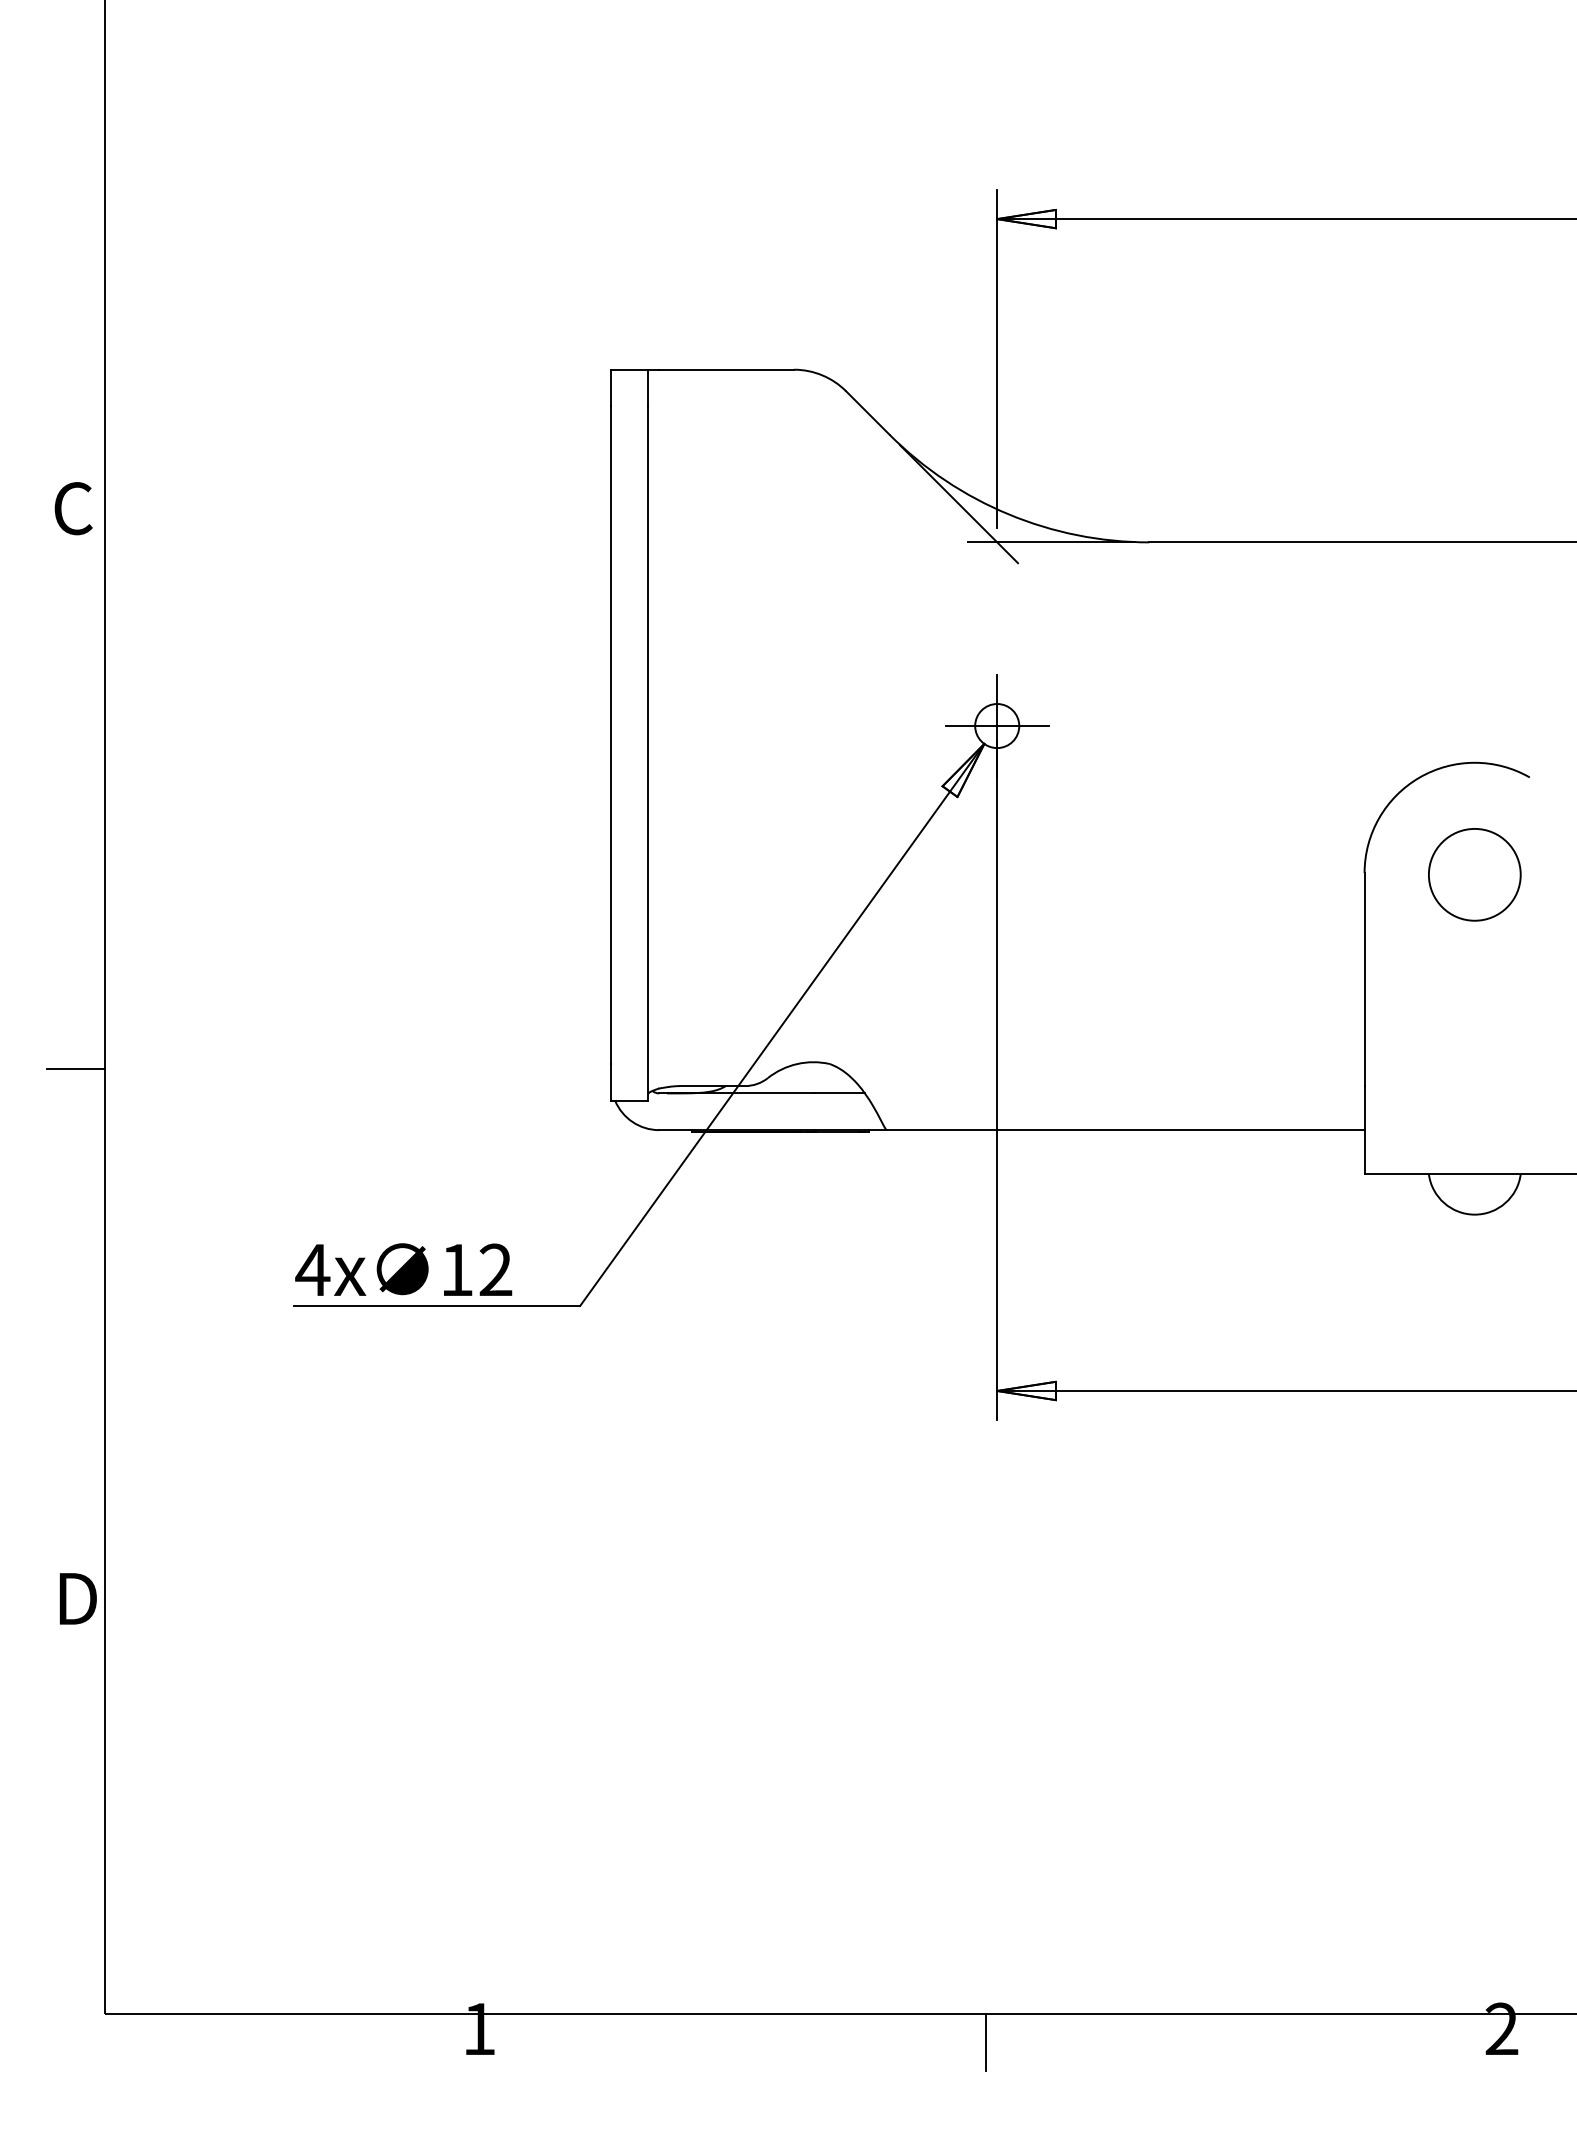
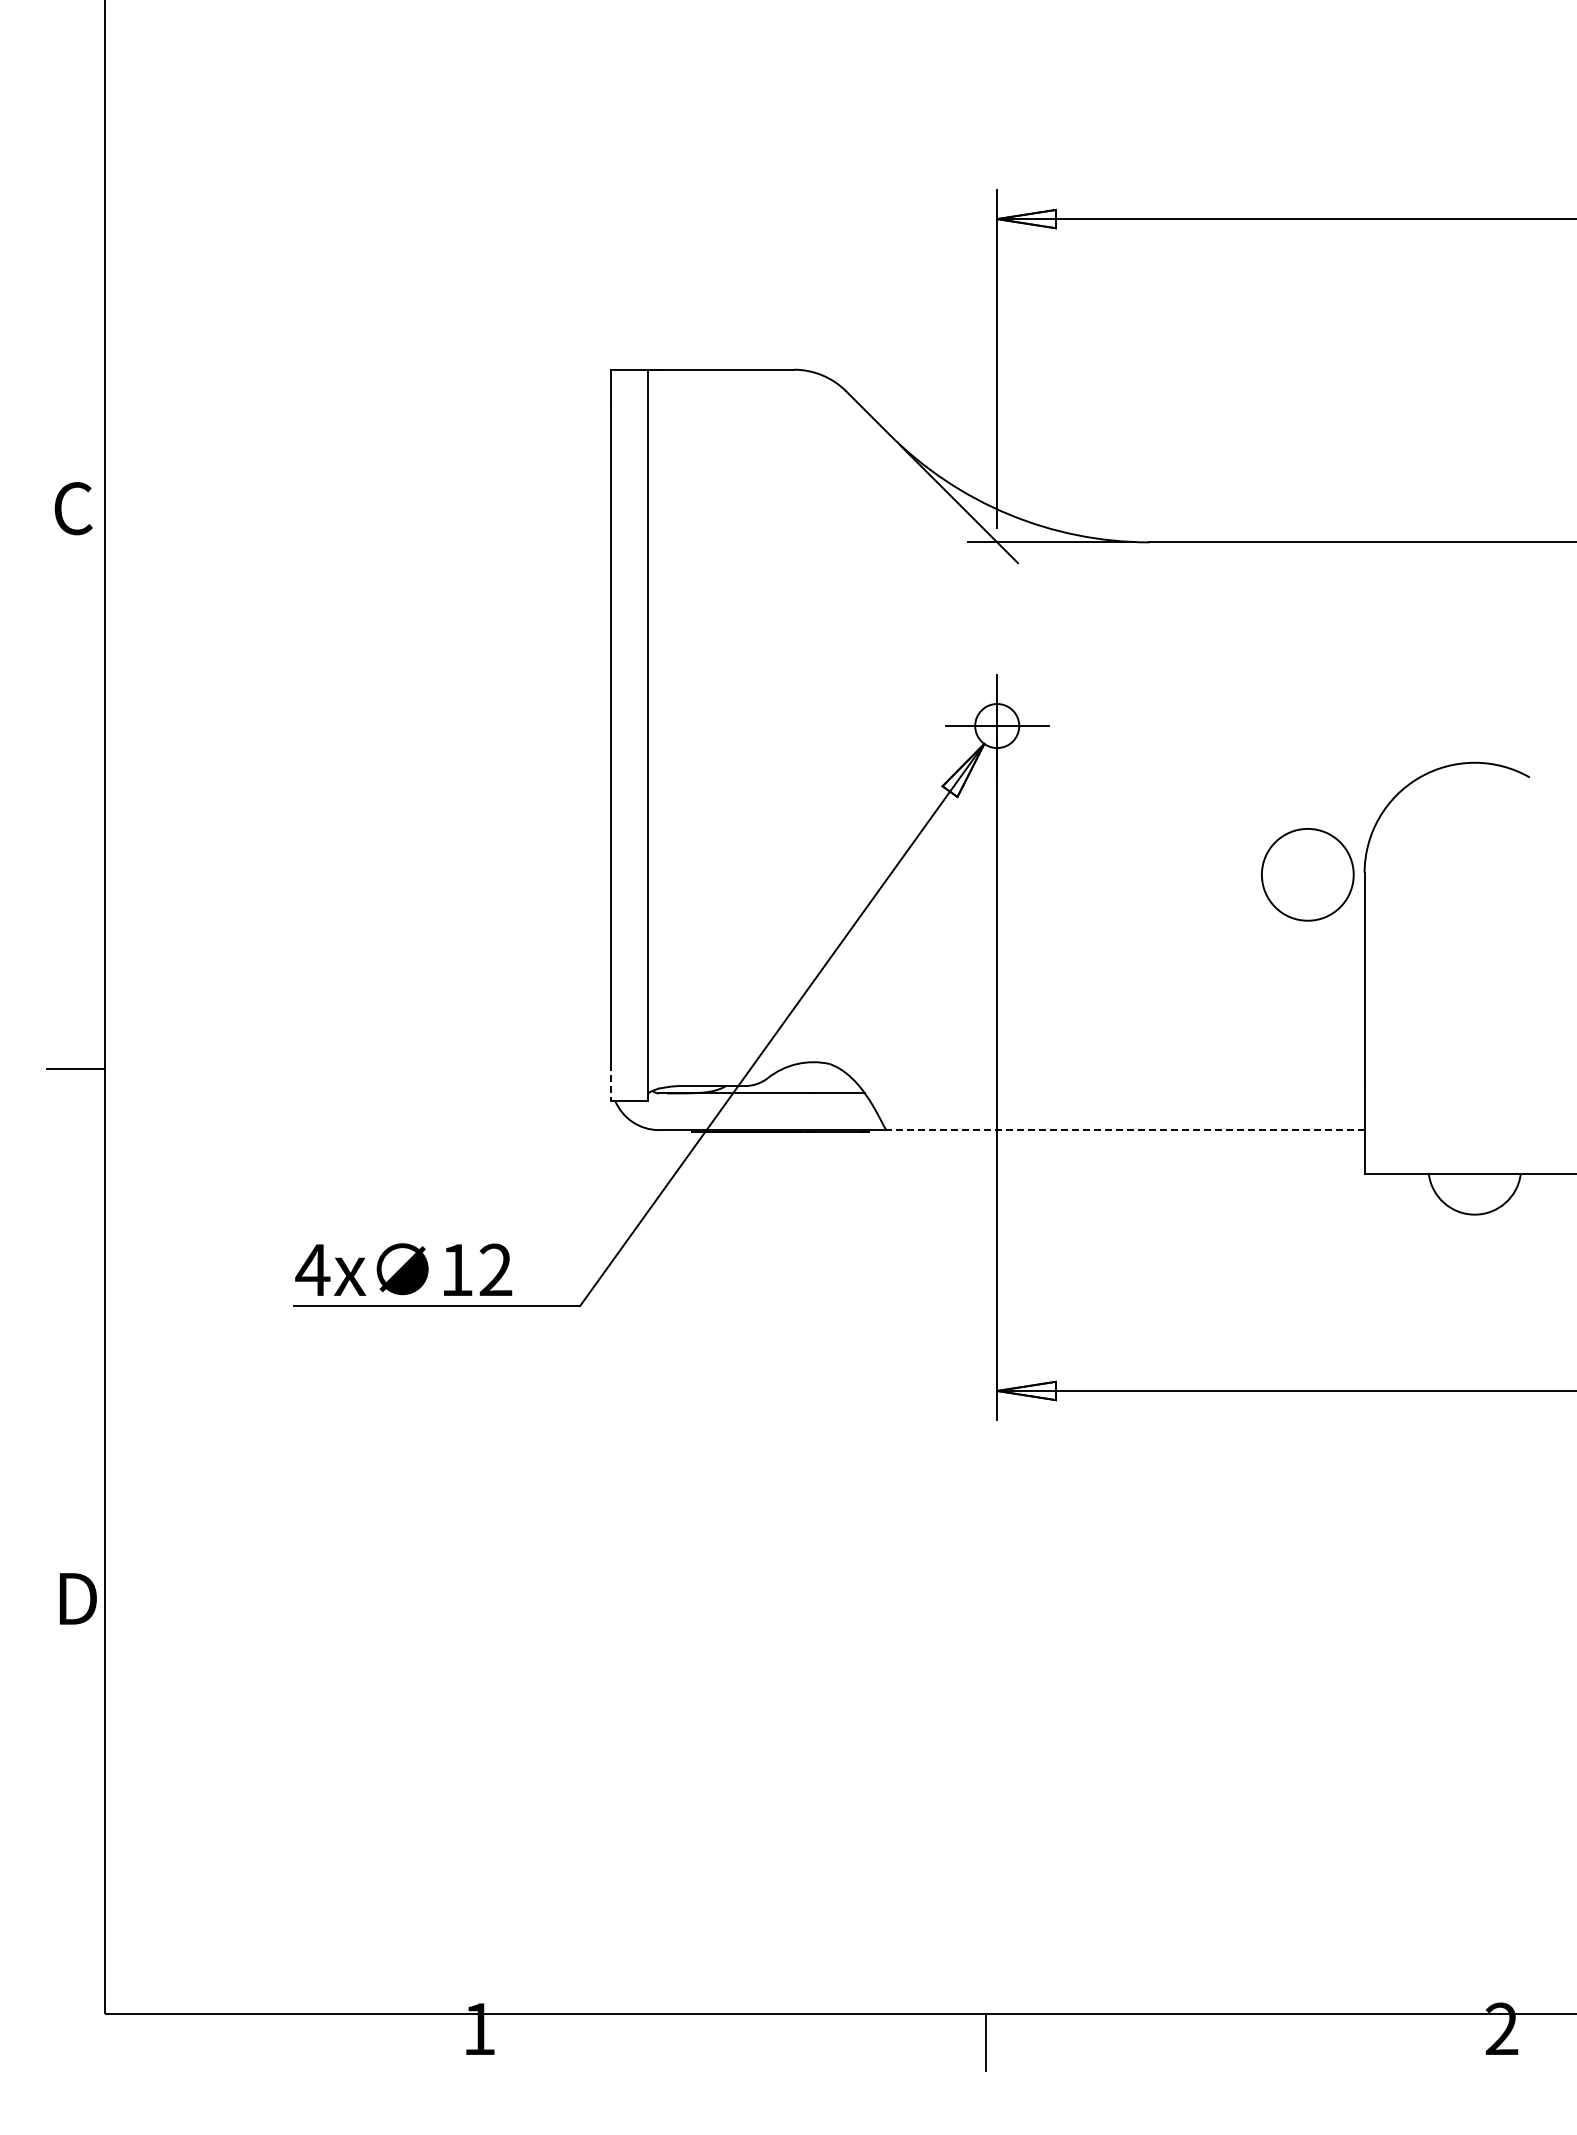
circle at (1474, 874) position: (1474, 874) -> (1307, 874)
line at (611, 1082): solid -> dashed
line at (1125, 1130): solid -> dashed
